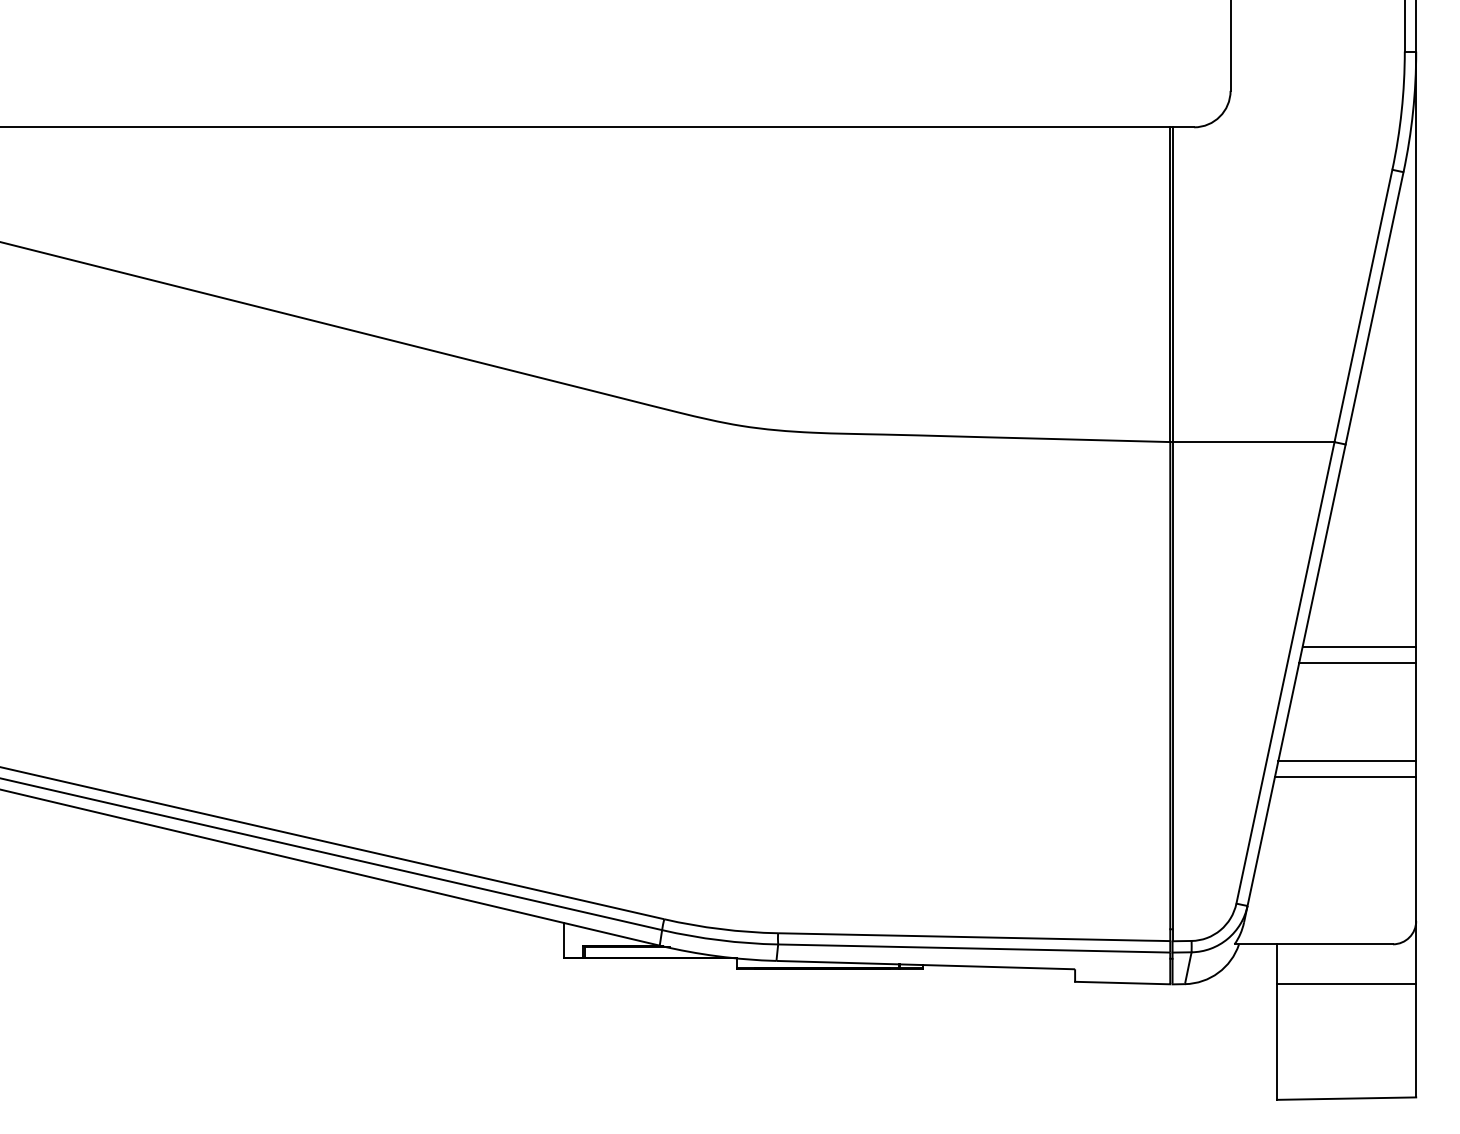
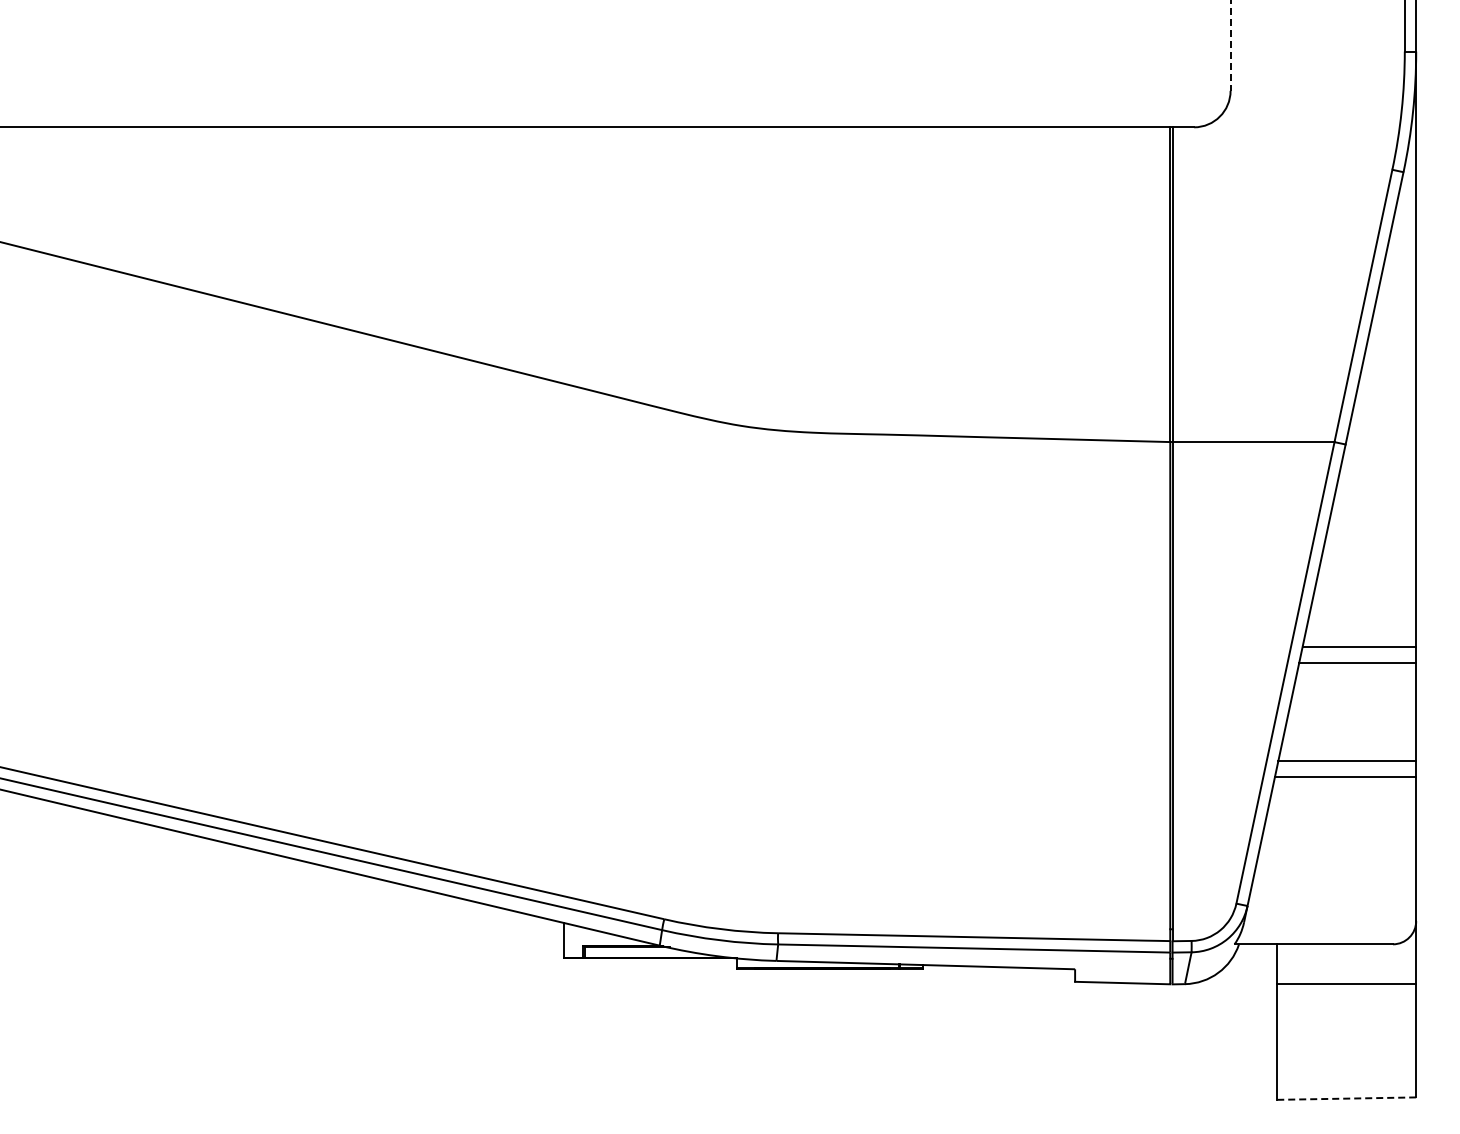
line at (1230, 45): solid -> dashed
line at (1346, 1098): solid -> dashed
